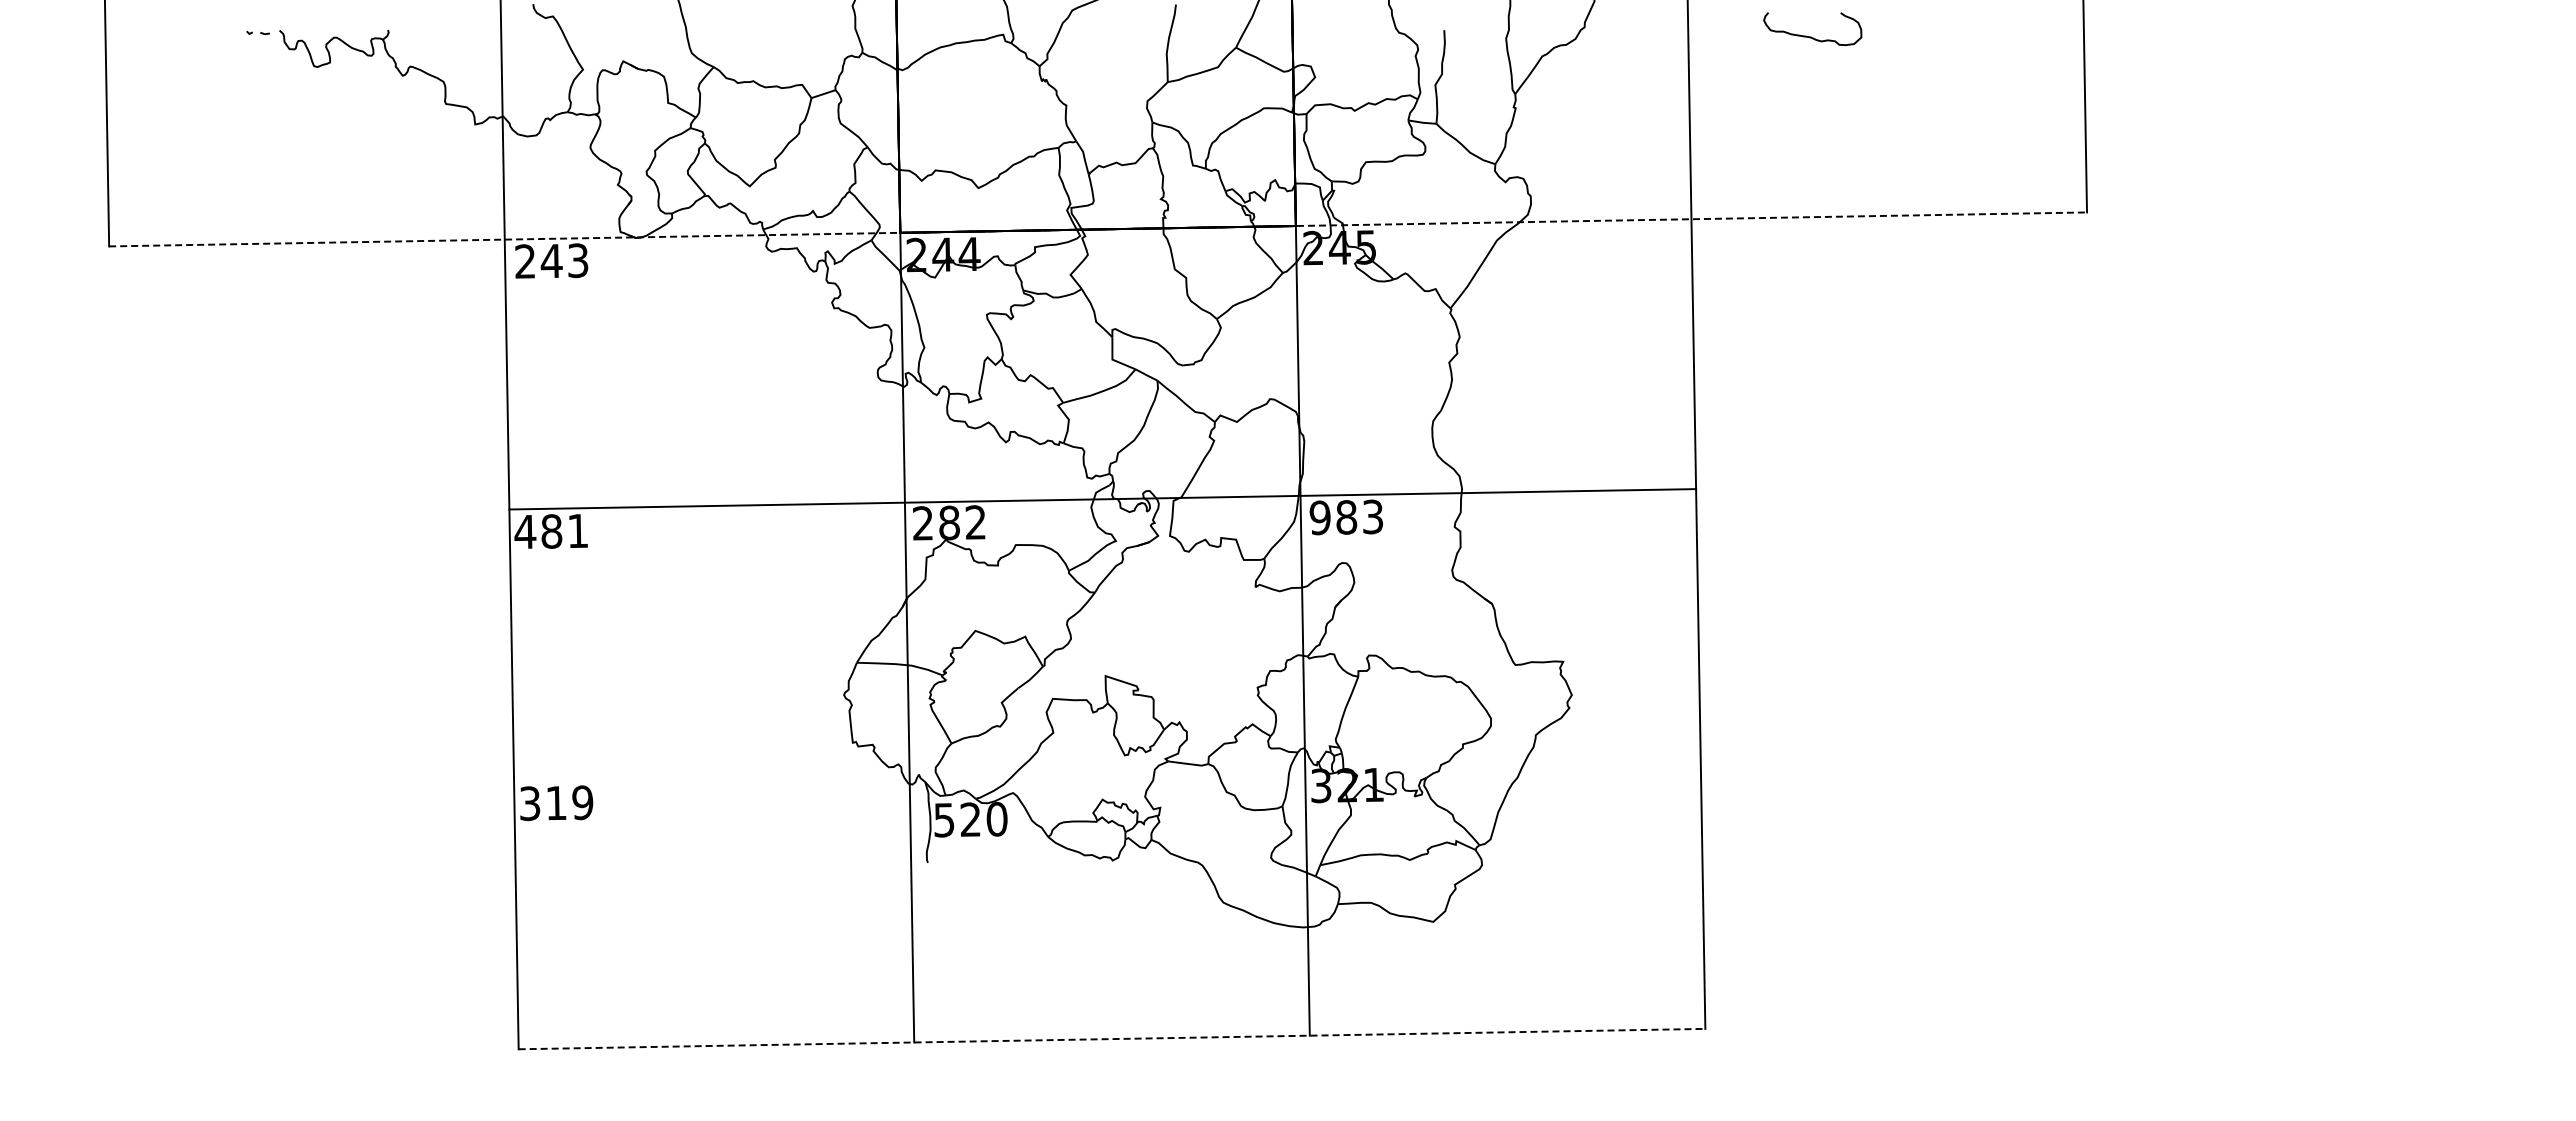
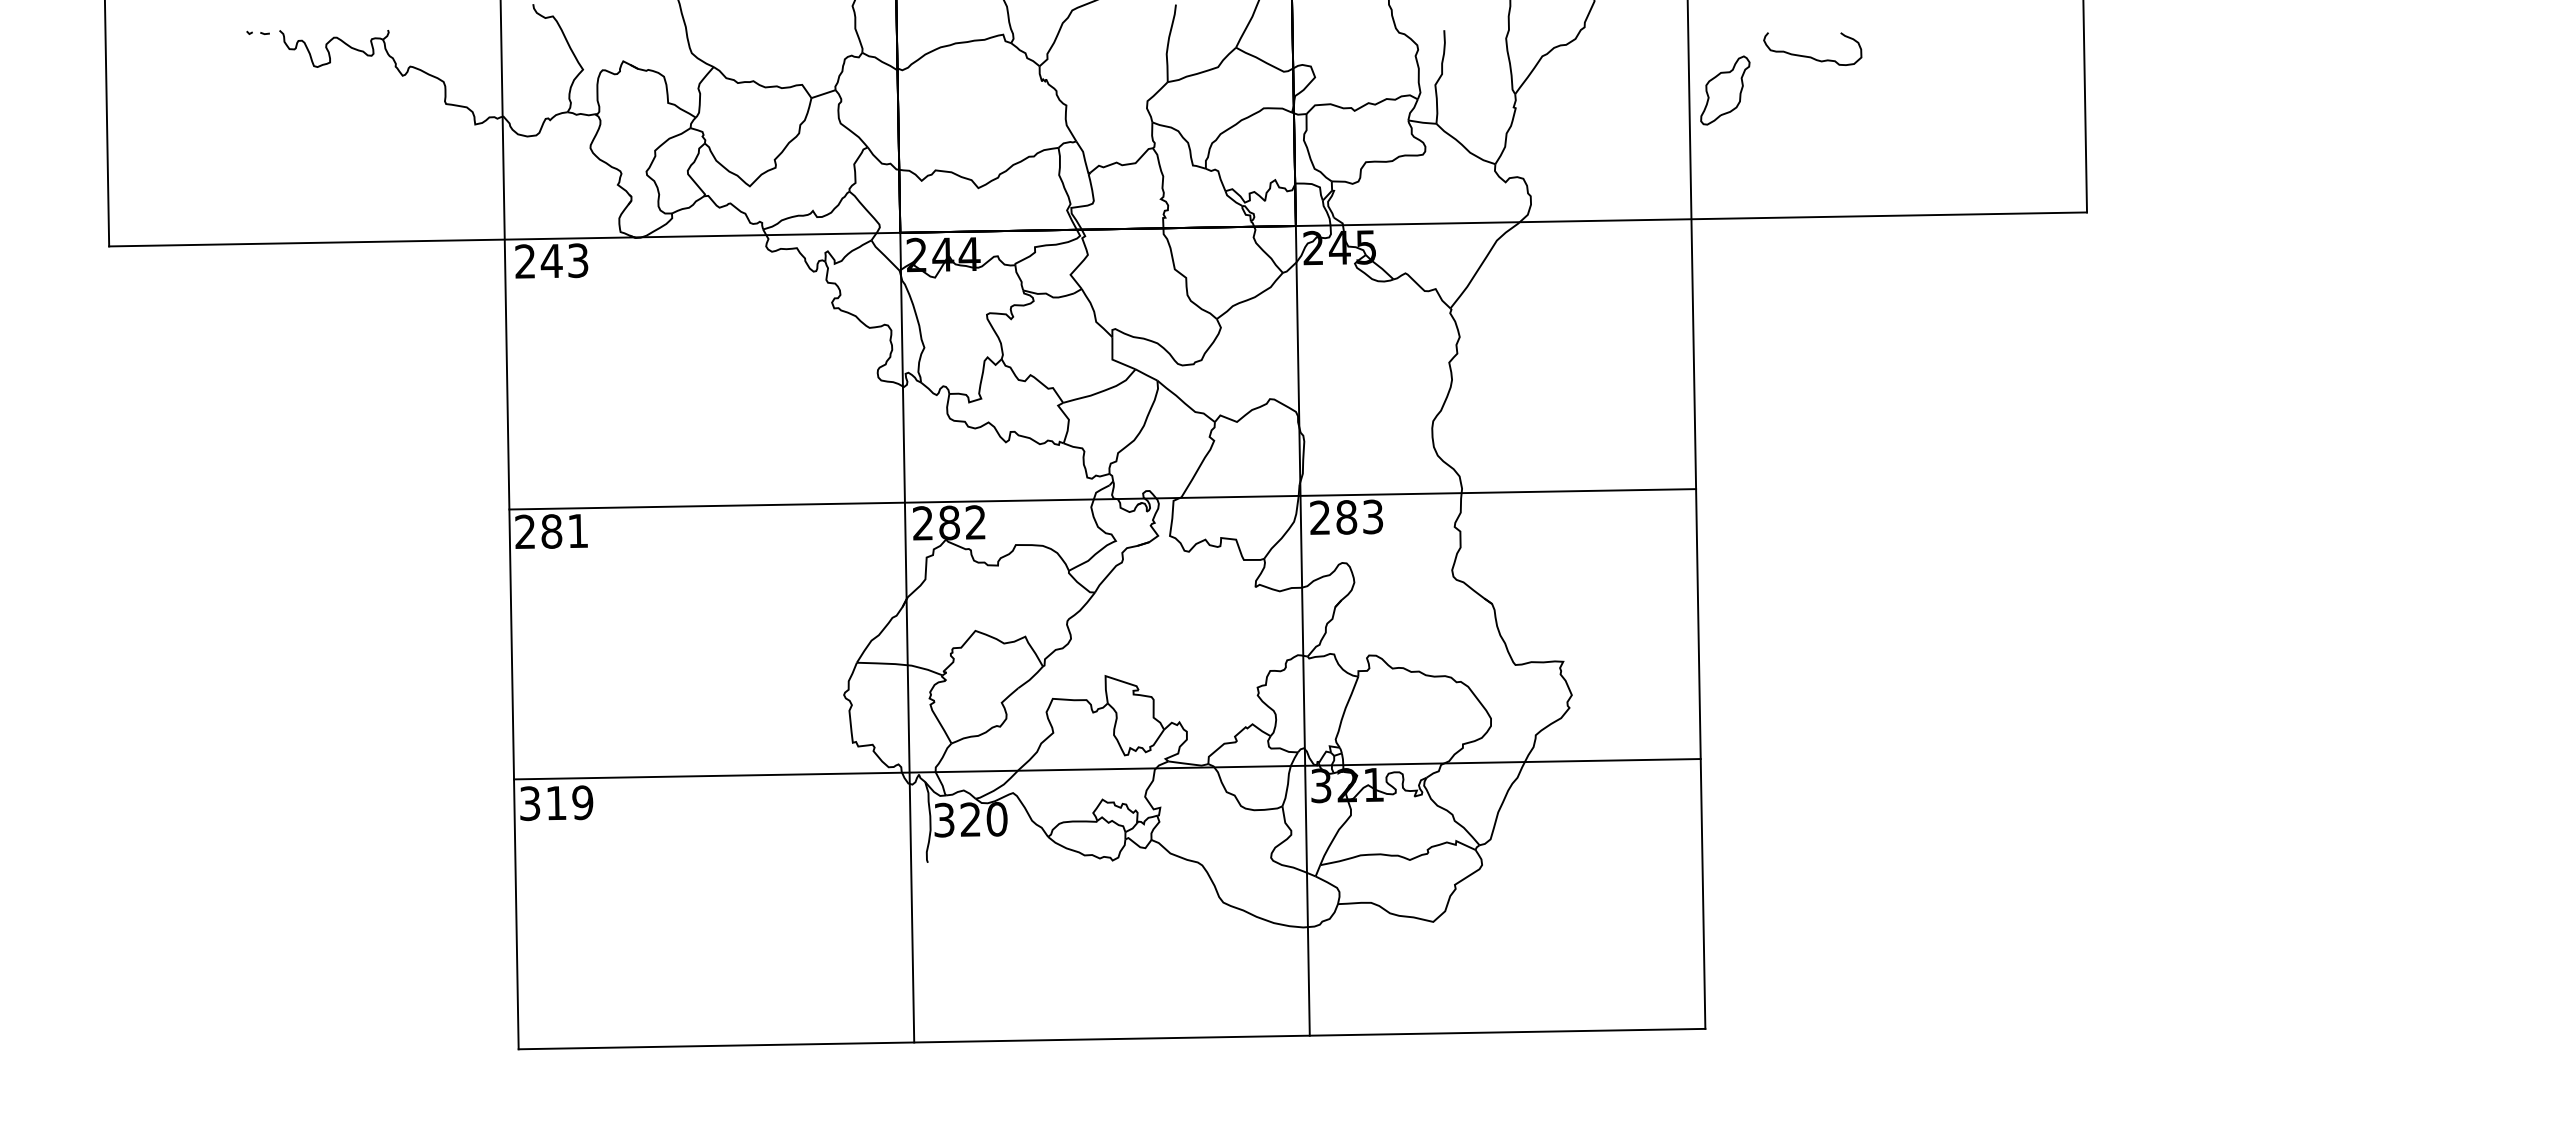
curve at (1811, 36) position: (1811, 36) -> (1811, 56)
part at (1725, 90): none -> present
line at (1098, 229): dashed -> solid
text at (1319, 517): 983 -> 283
text at (525, 531): 481 -> 281
line at (1107, 769): none -> present
text at (944, 819): 520 -> 320
line at (1112, 1039): dashed -> solid
